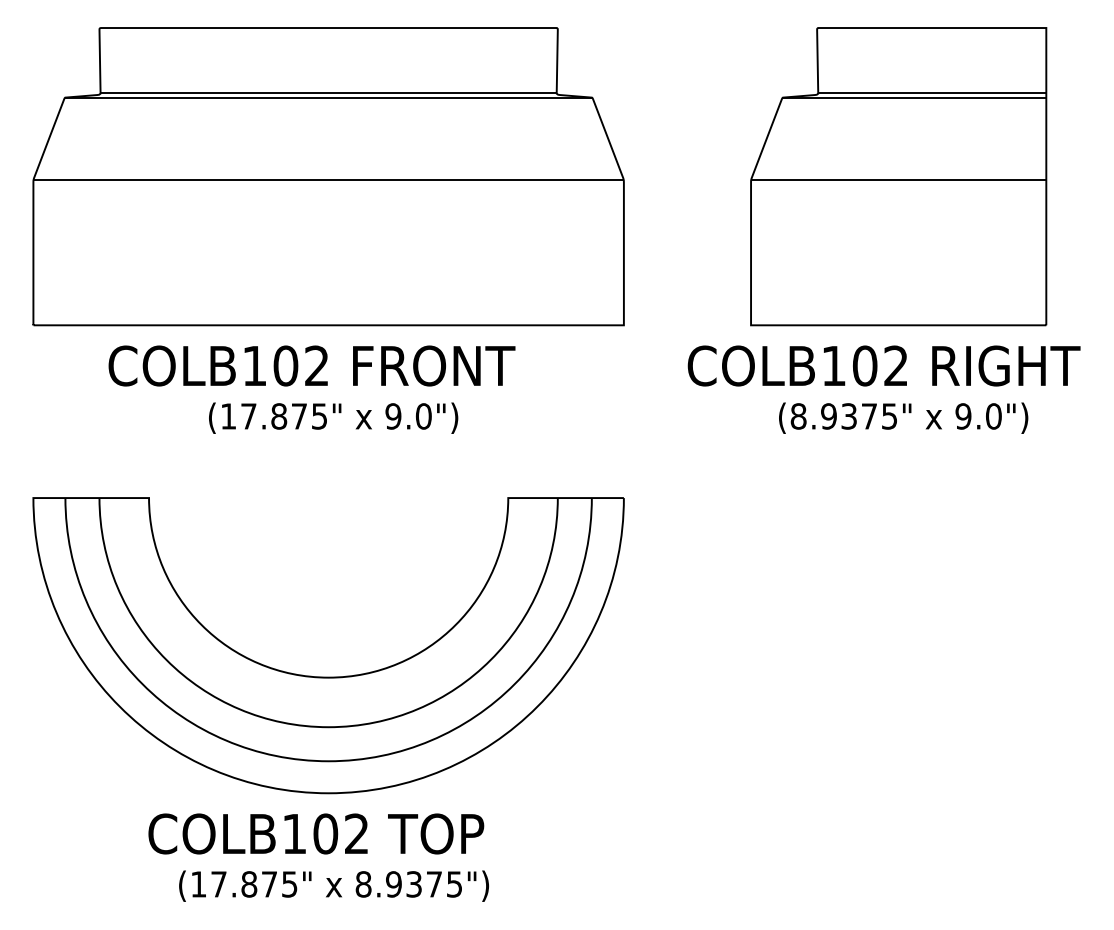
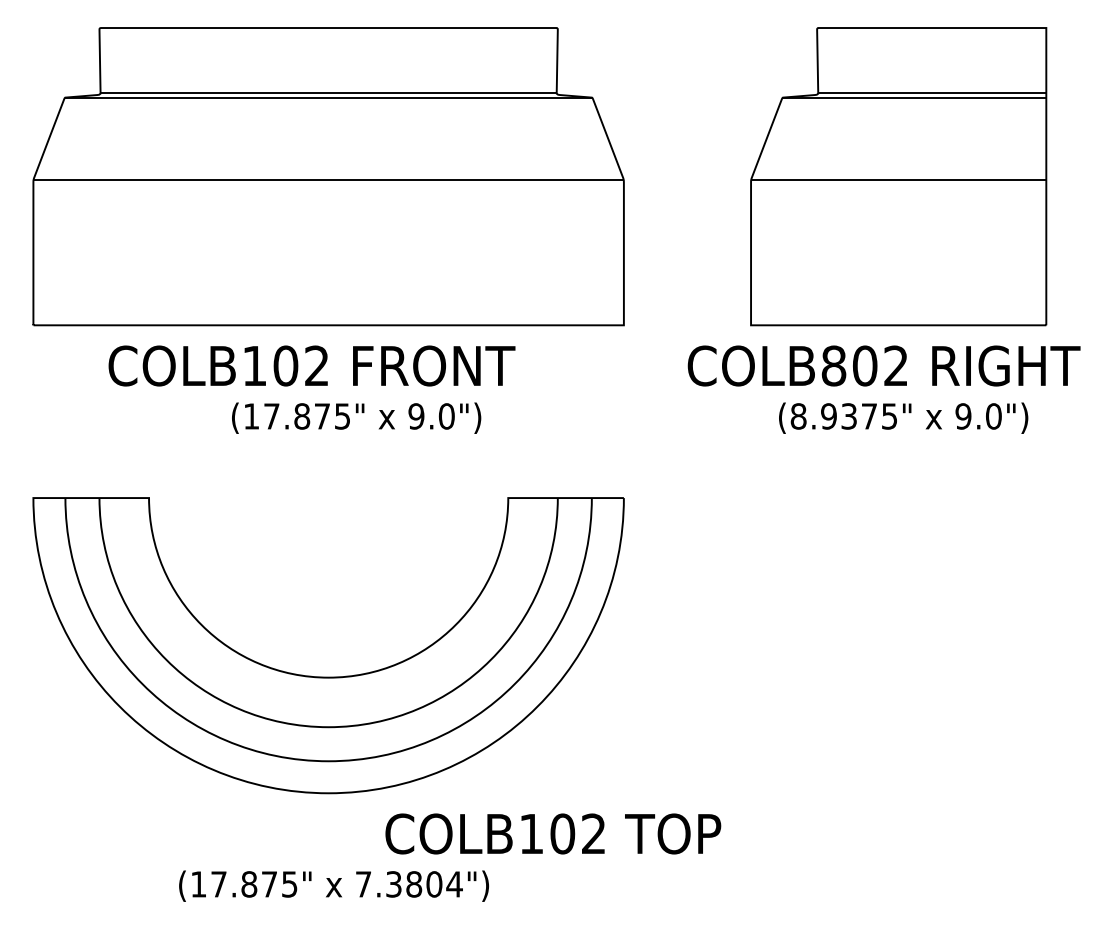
text at (833, 365): COLB102 -> COLB802
text at (333, 417) position: (333, 417) -> (356, 417)
text at (316, 833) position: (316, 833) -> (553, 833)
text at (408, 884): 8.9375") -> 7.3804")
